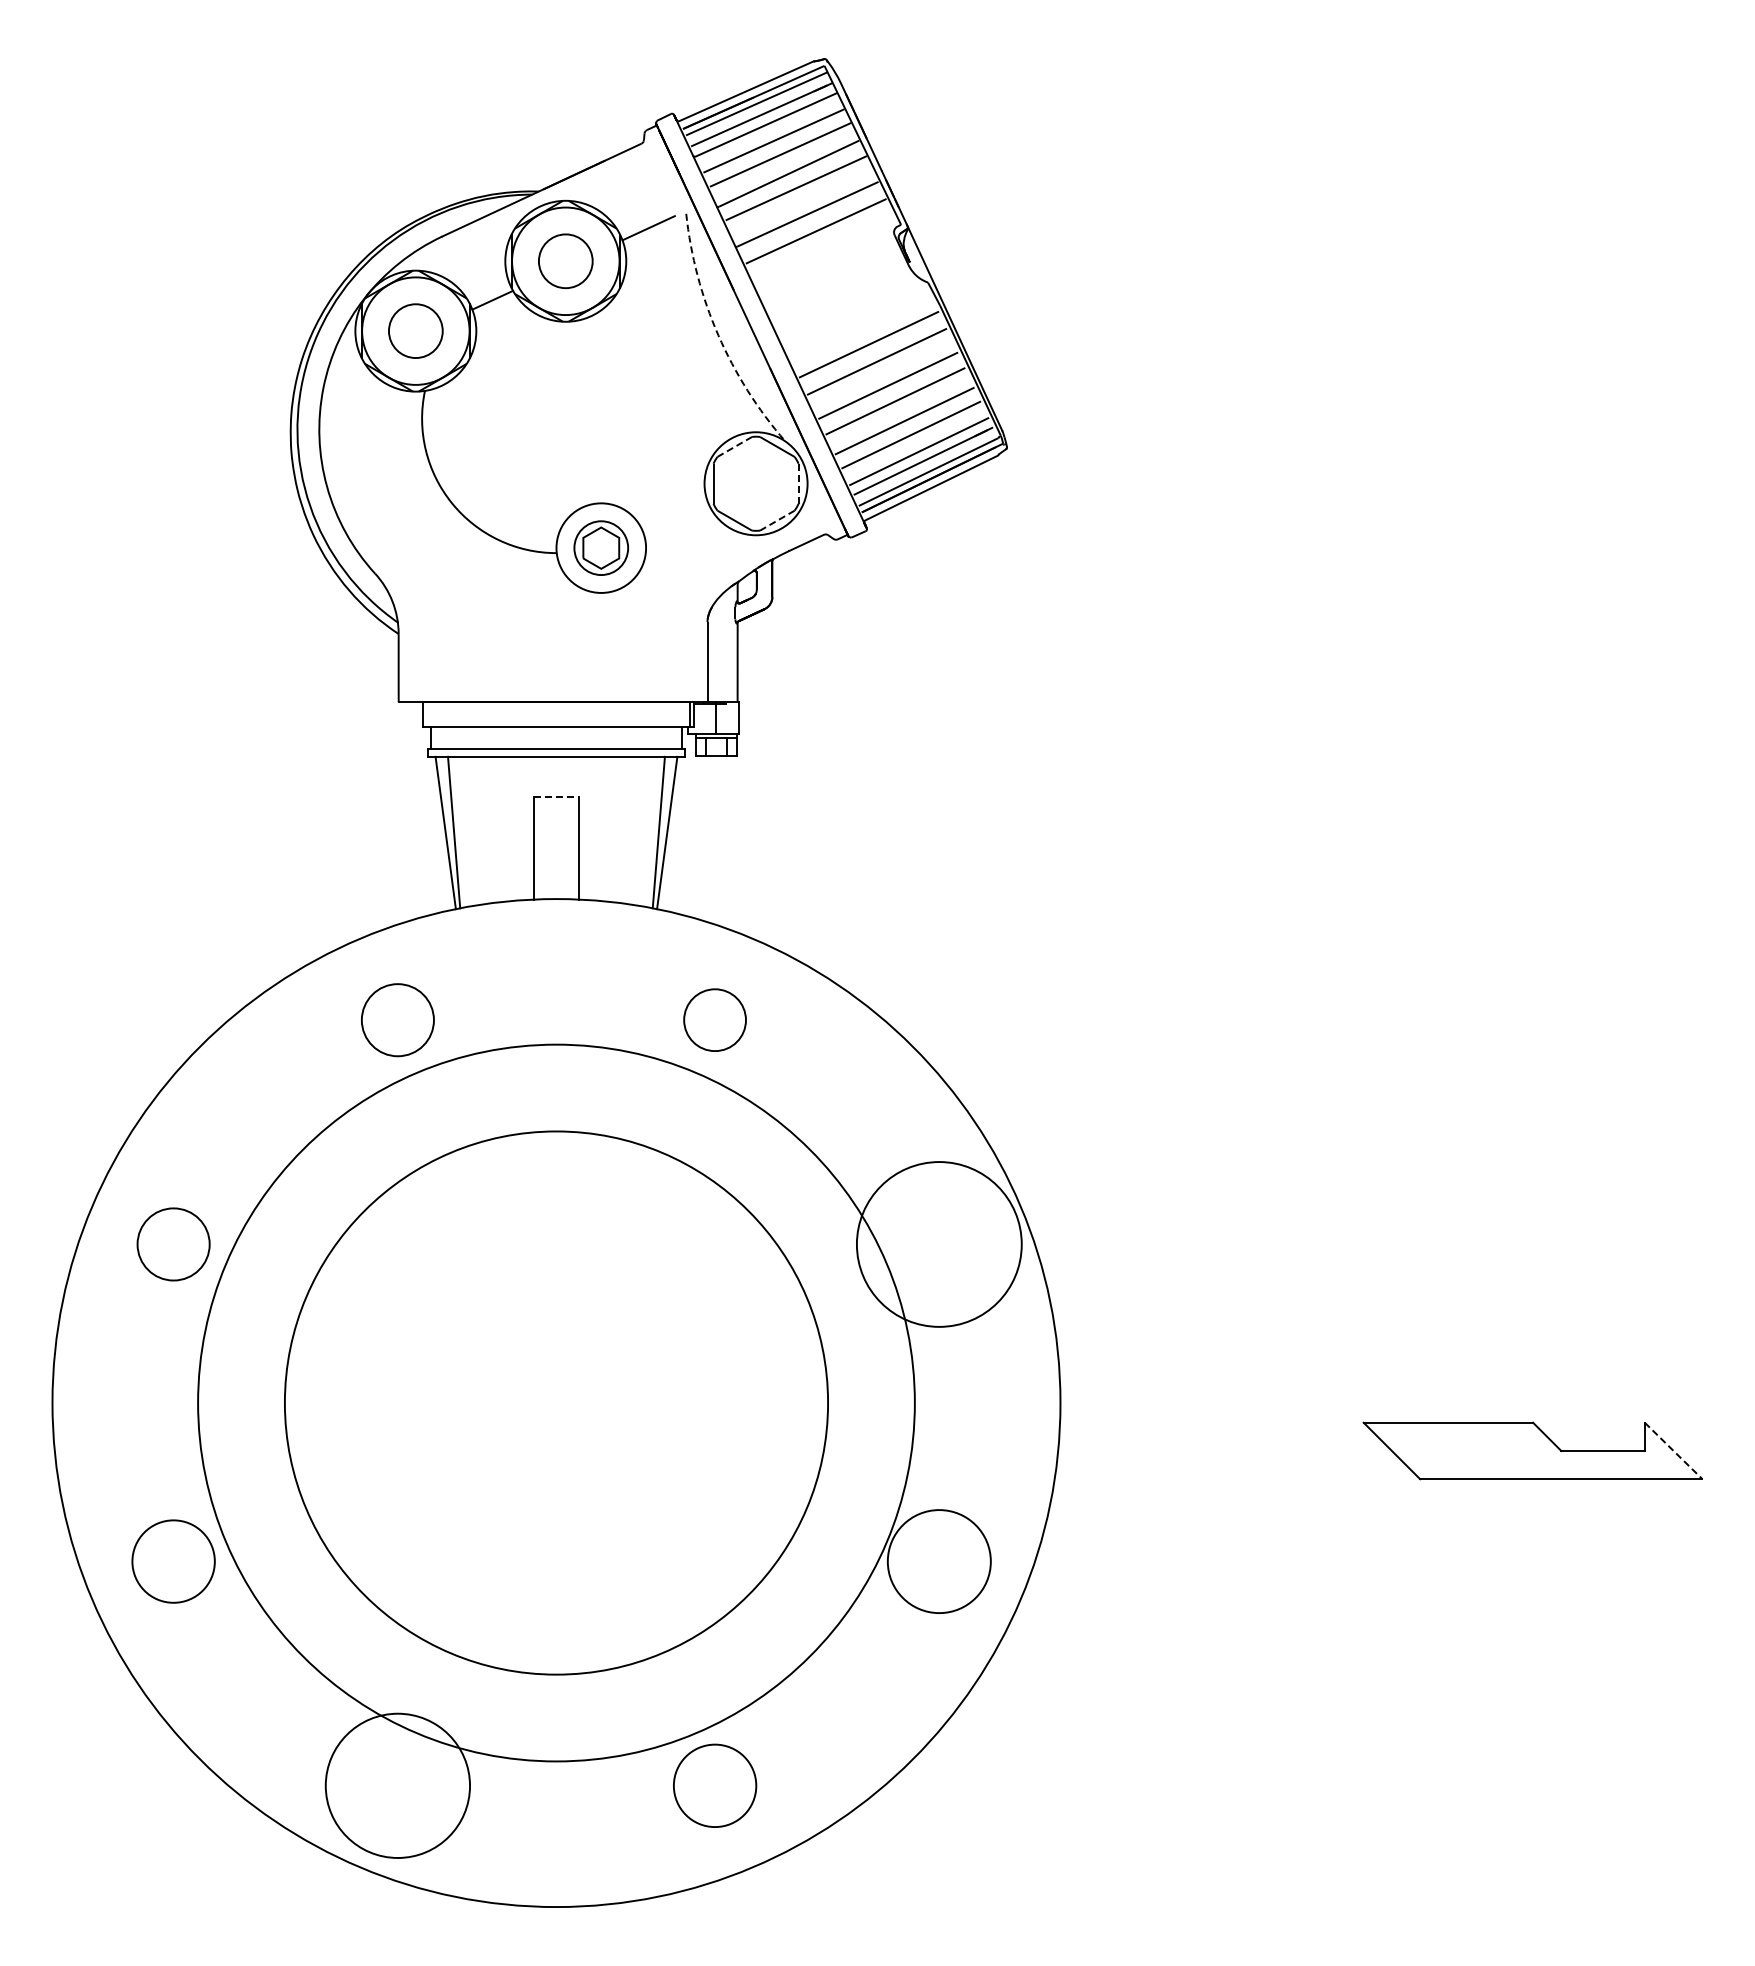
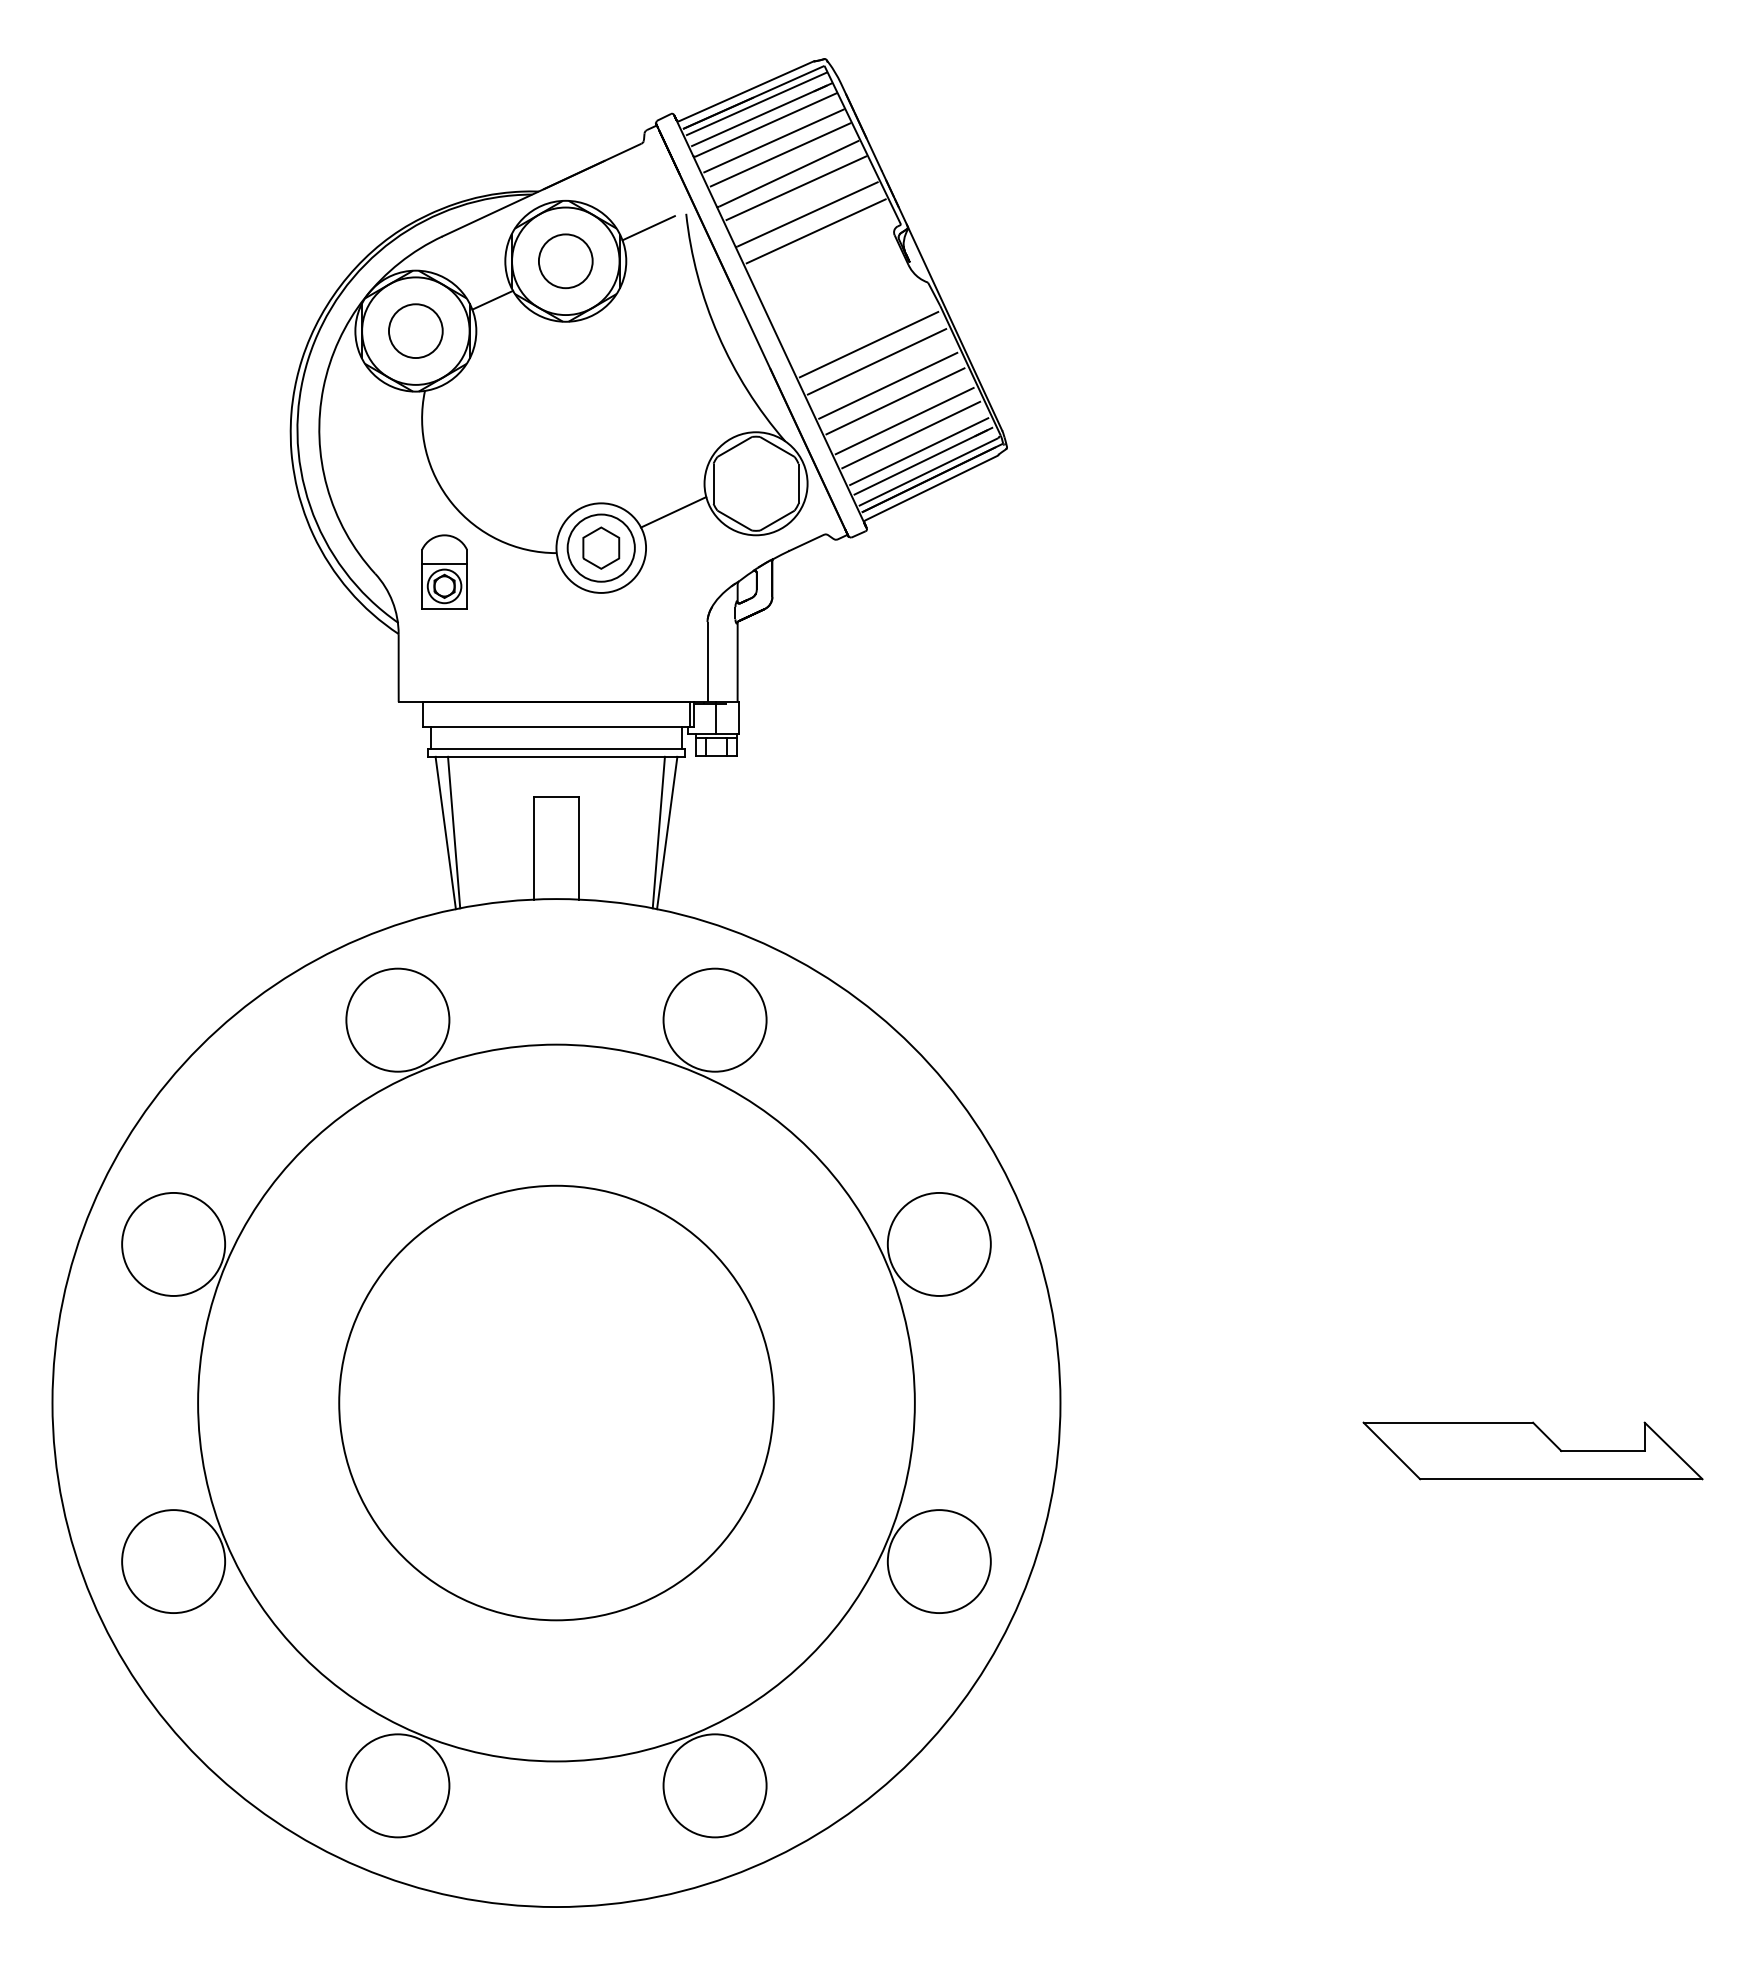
arc at (718, 335): dashed -> solid
line at (734, 447): dashed -> solid
line at (798, 483): dashed -> solid
line at (673, 512): none -> present
line at (777, 520): dashed -> solid
circle at (601, 548) diameter: 54 px -> 67 px
part at (444, 571): none -> present
line at (556, 797): dashed -> solid
circle at (397, 1020) diameter: 72 px -> 103 px
circle at (714, 1020) diameter: 62 px -> 103 px
circle at (173, 1244) diameter: 72 px -> 103 px
circle at (938, 1244) diameter: 165 px -> 103 px
circle at (556, 1402) diameter: 543 px -> 435 px
line at (1673, 1451): dashed -> solid
circle at (173, 1561) diameter: 82 px -> 103 px
circle at (397, 1785) diameter: 144 px -> 103 px
circle at (714, 1785) diameter: 82 px -> 103 px
